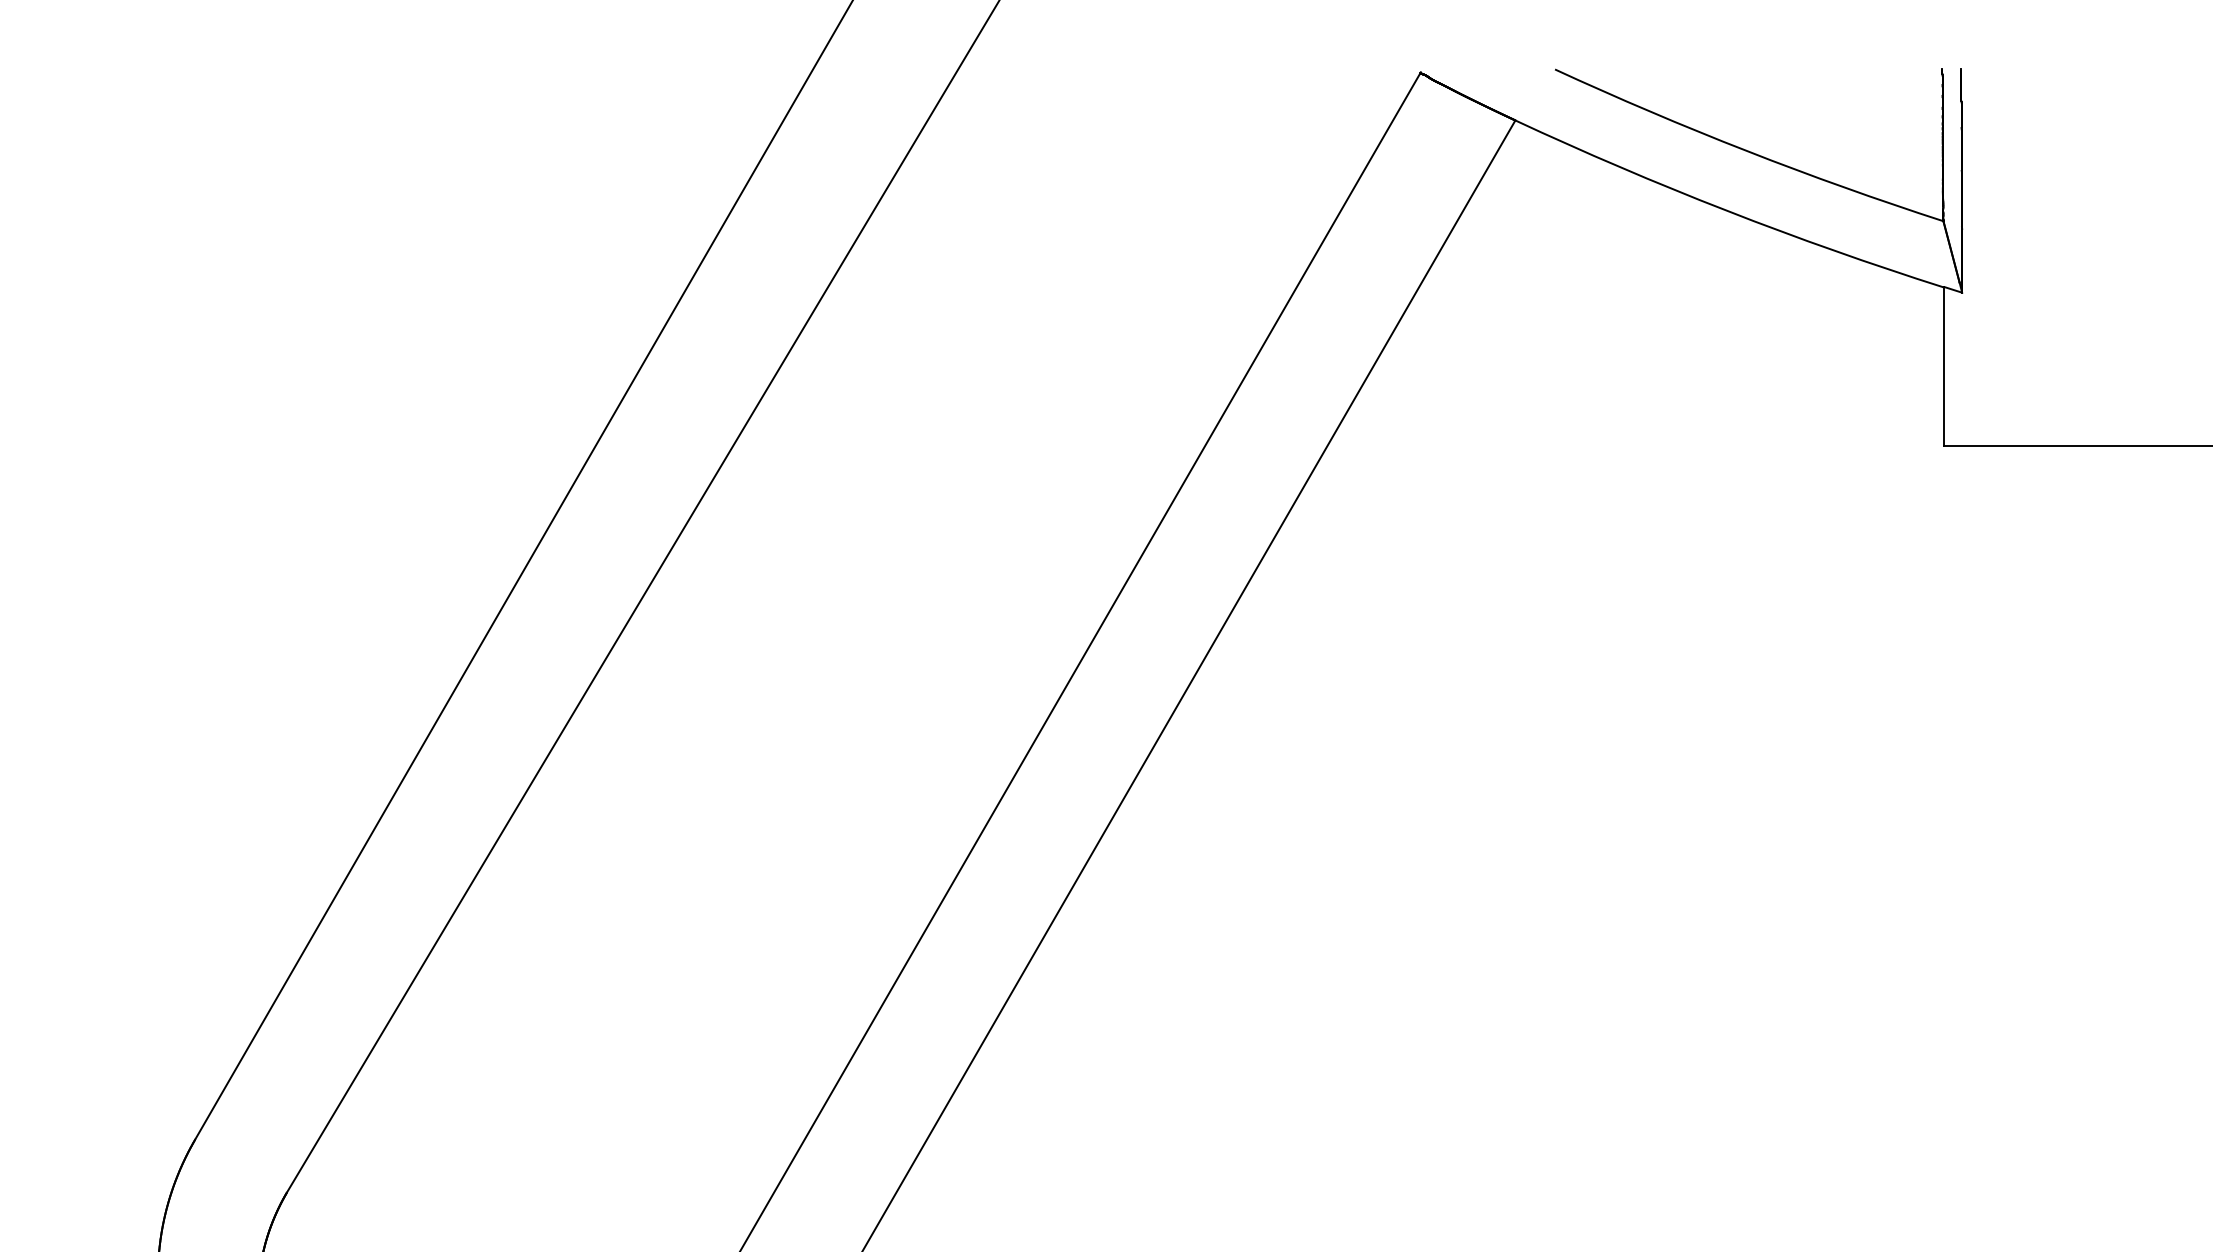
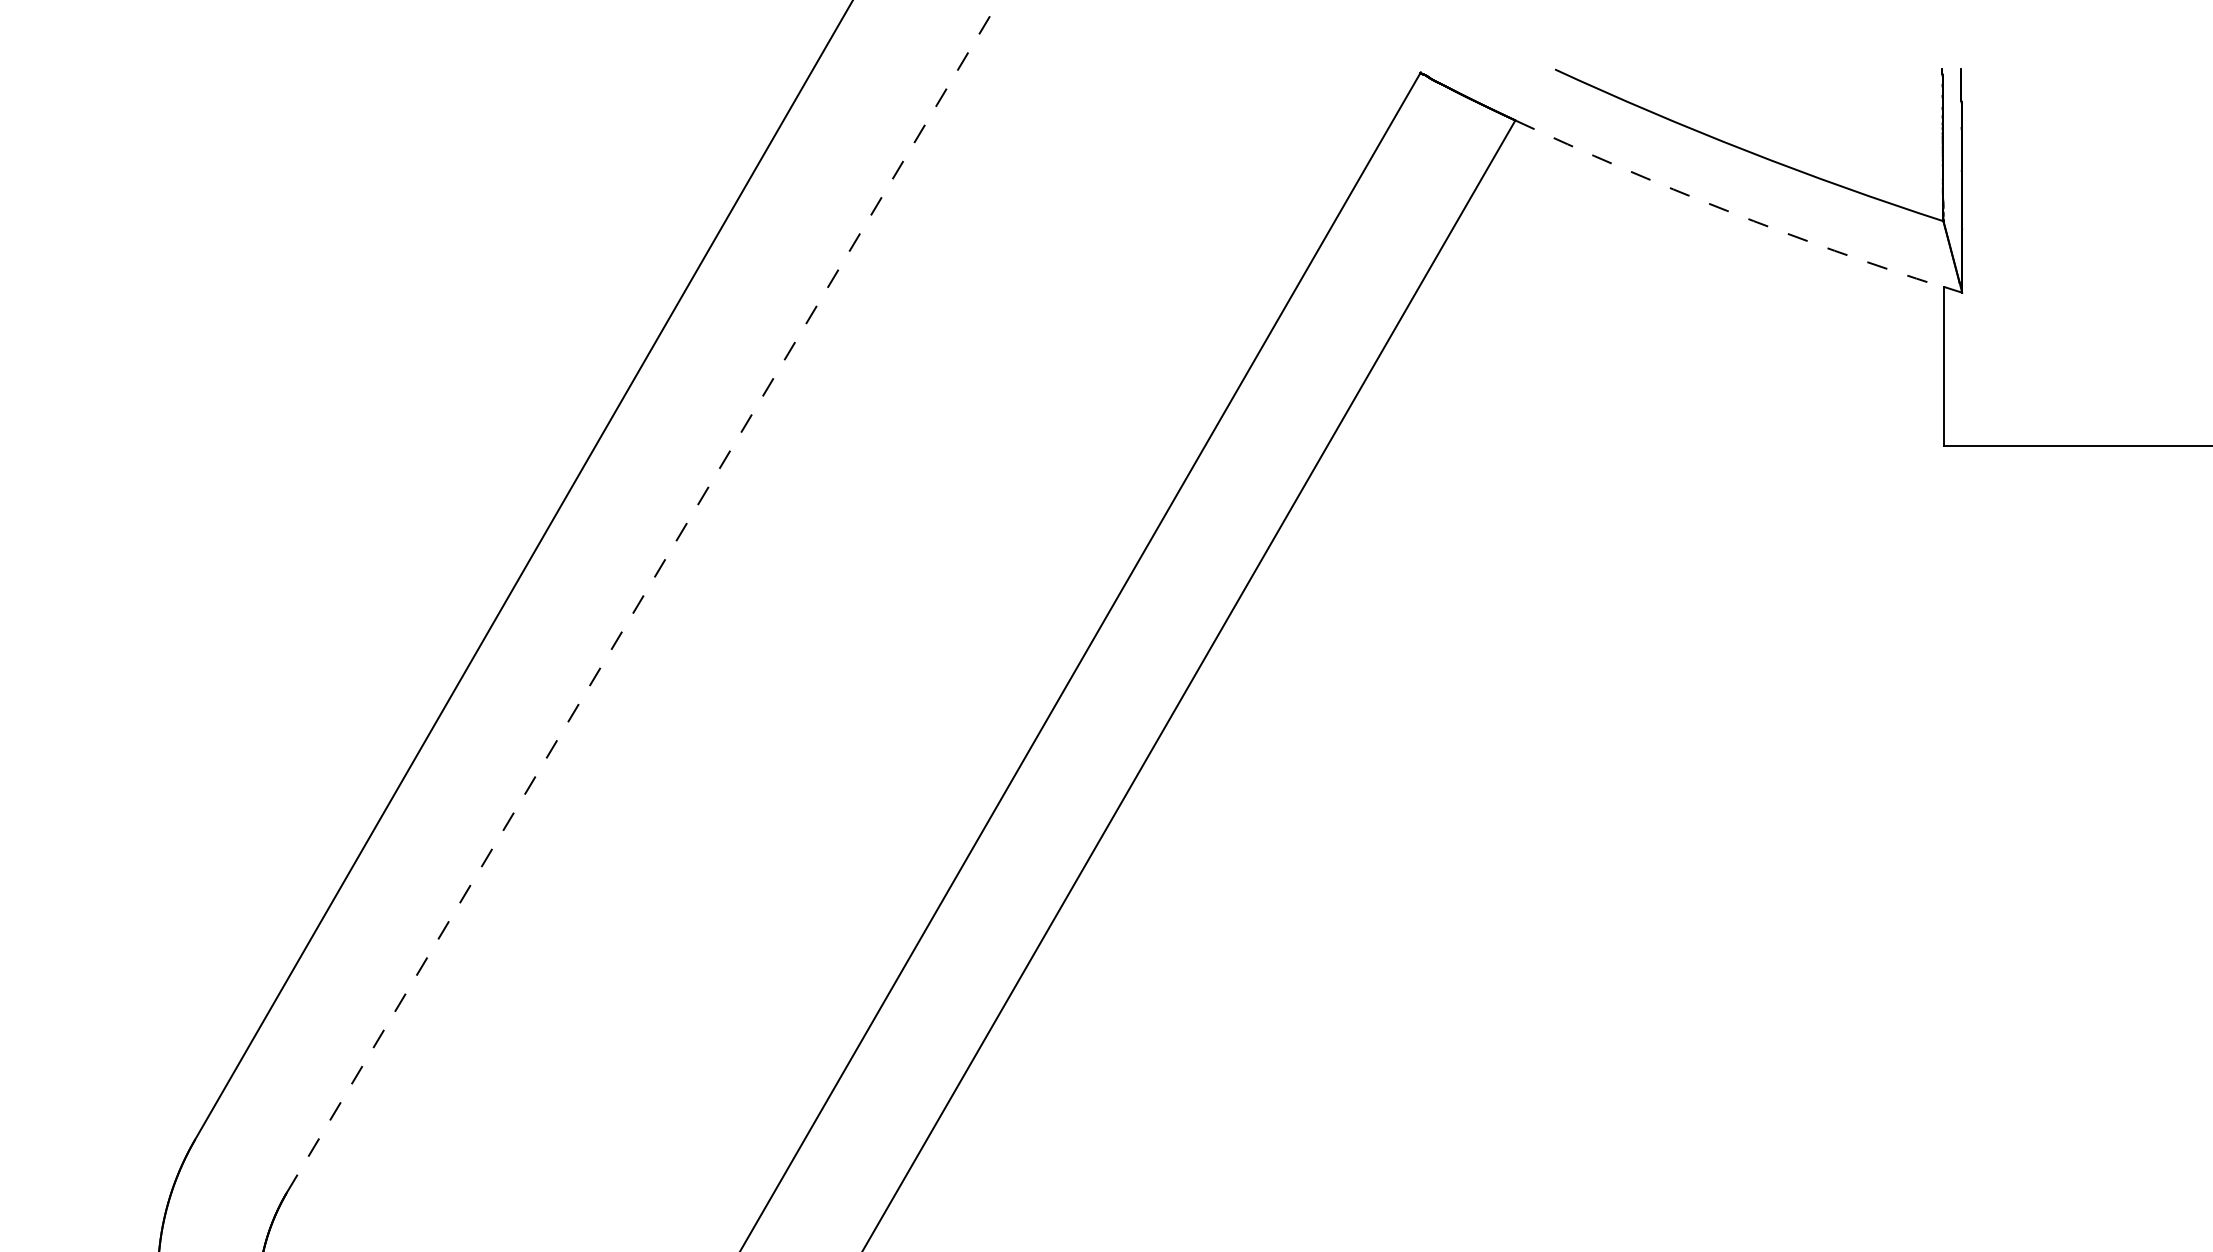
arc at (1726, 210): solid -> dashed
line at (643, 596): solid -> dashed
